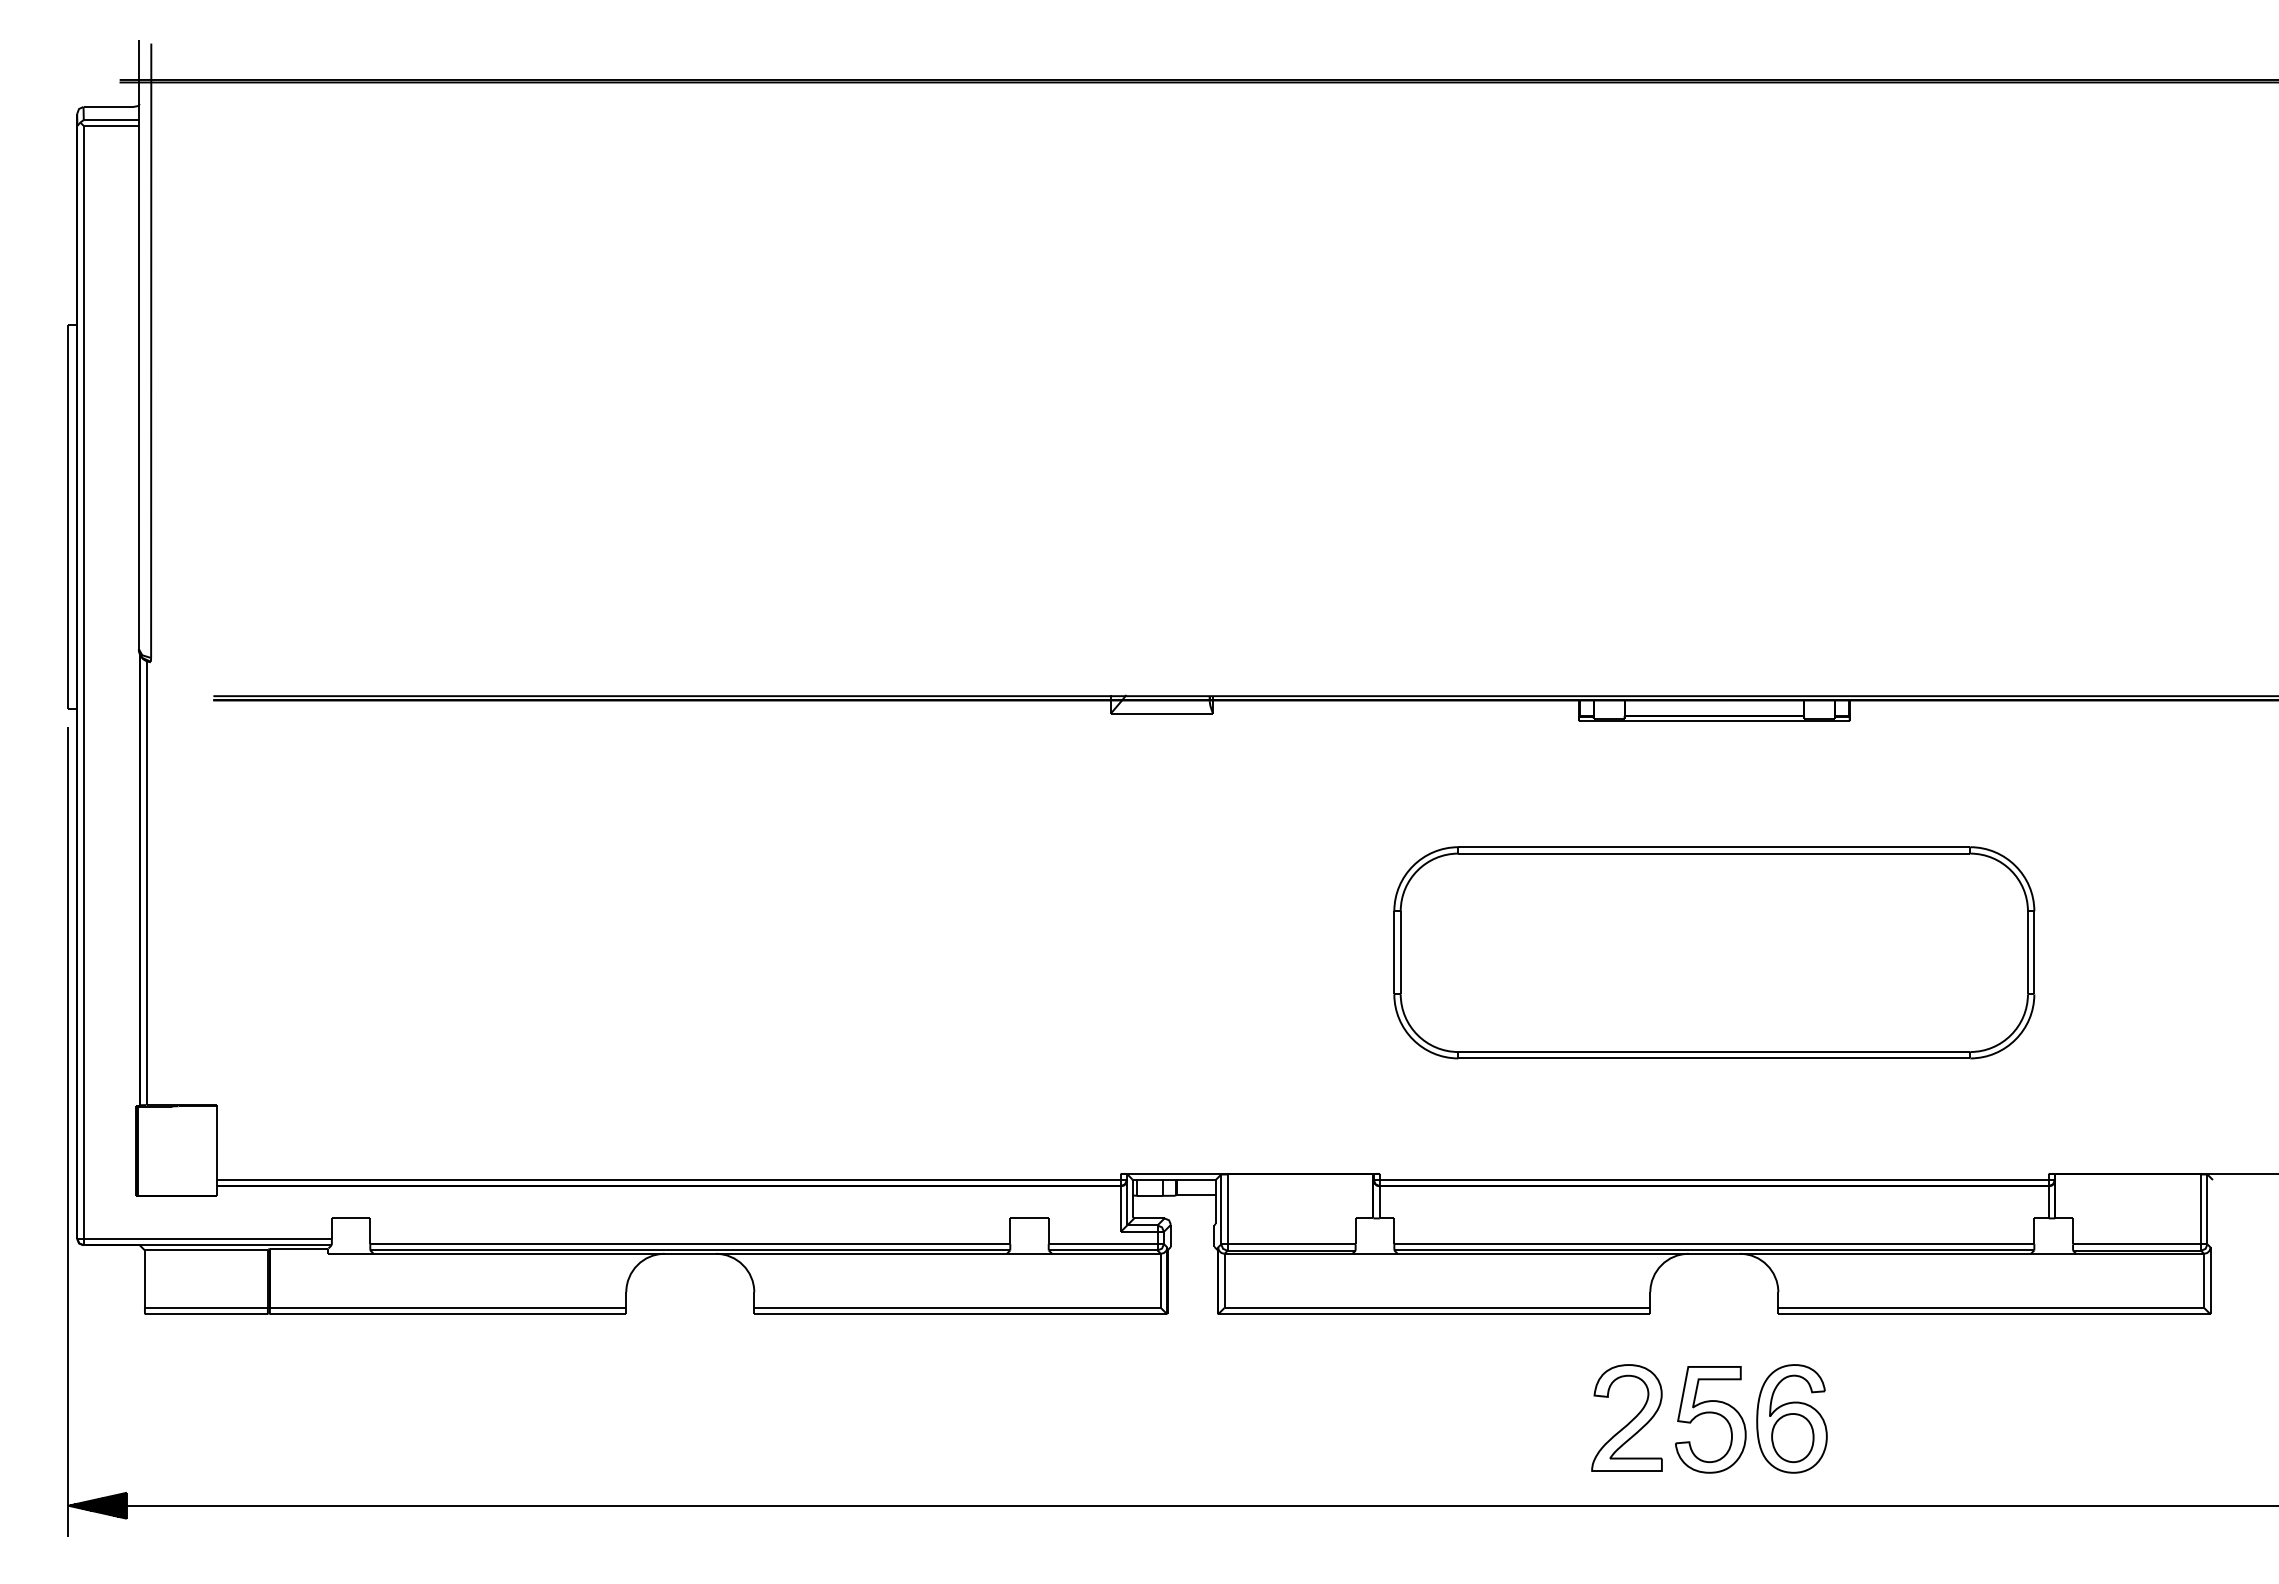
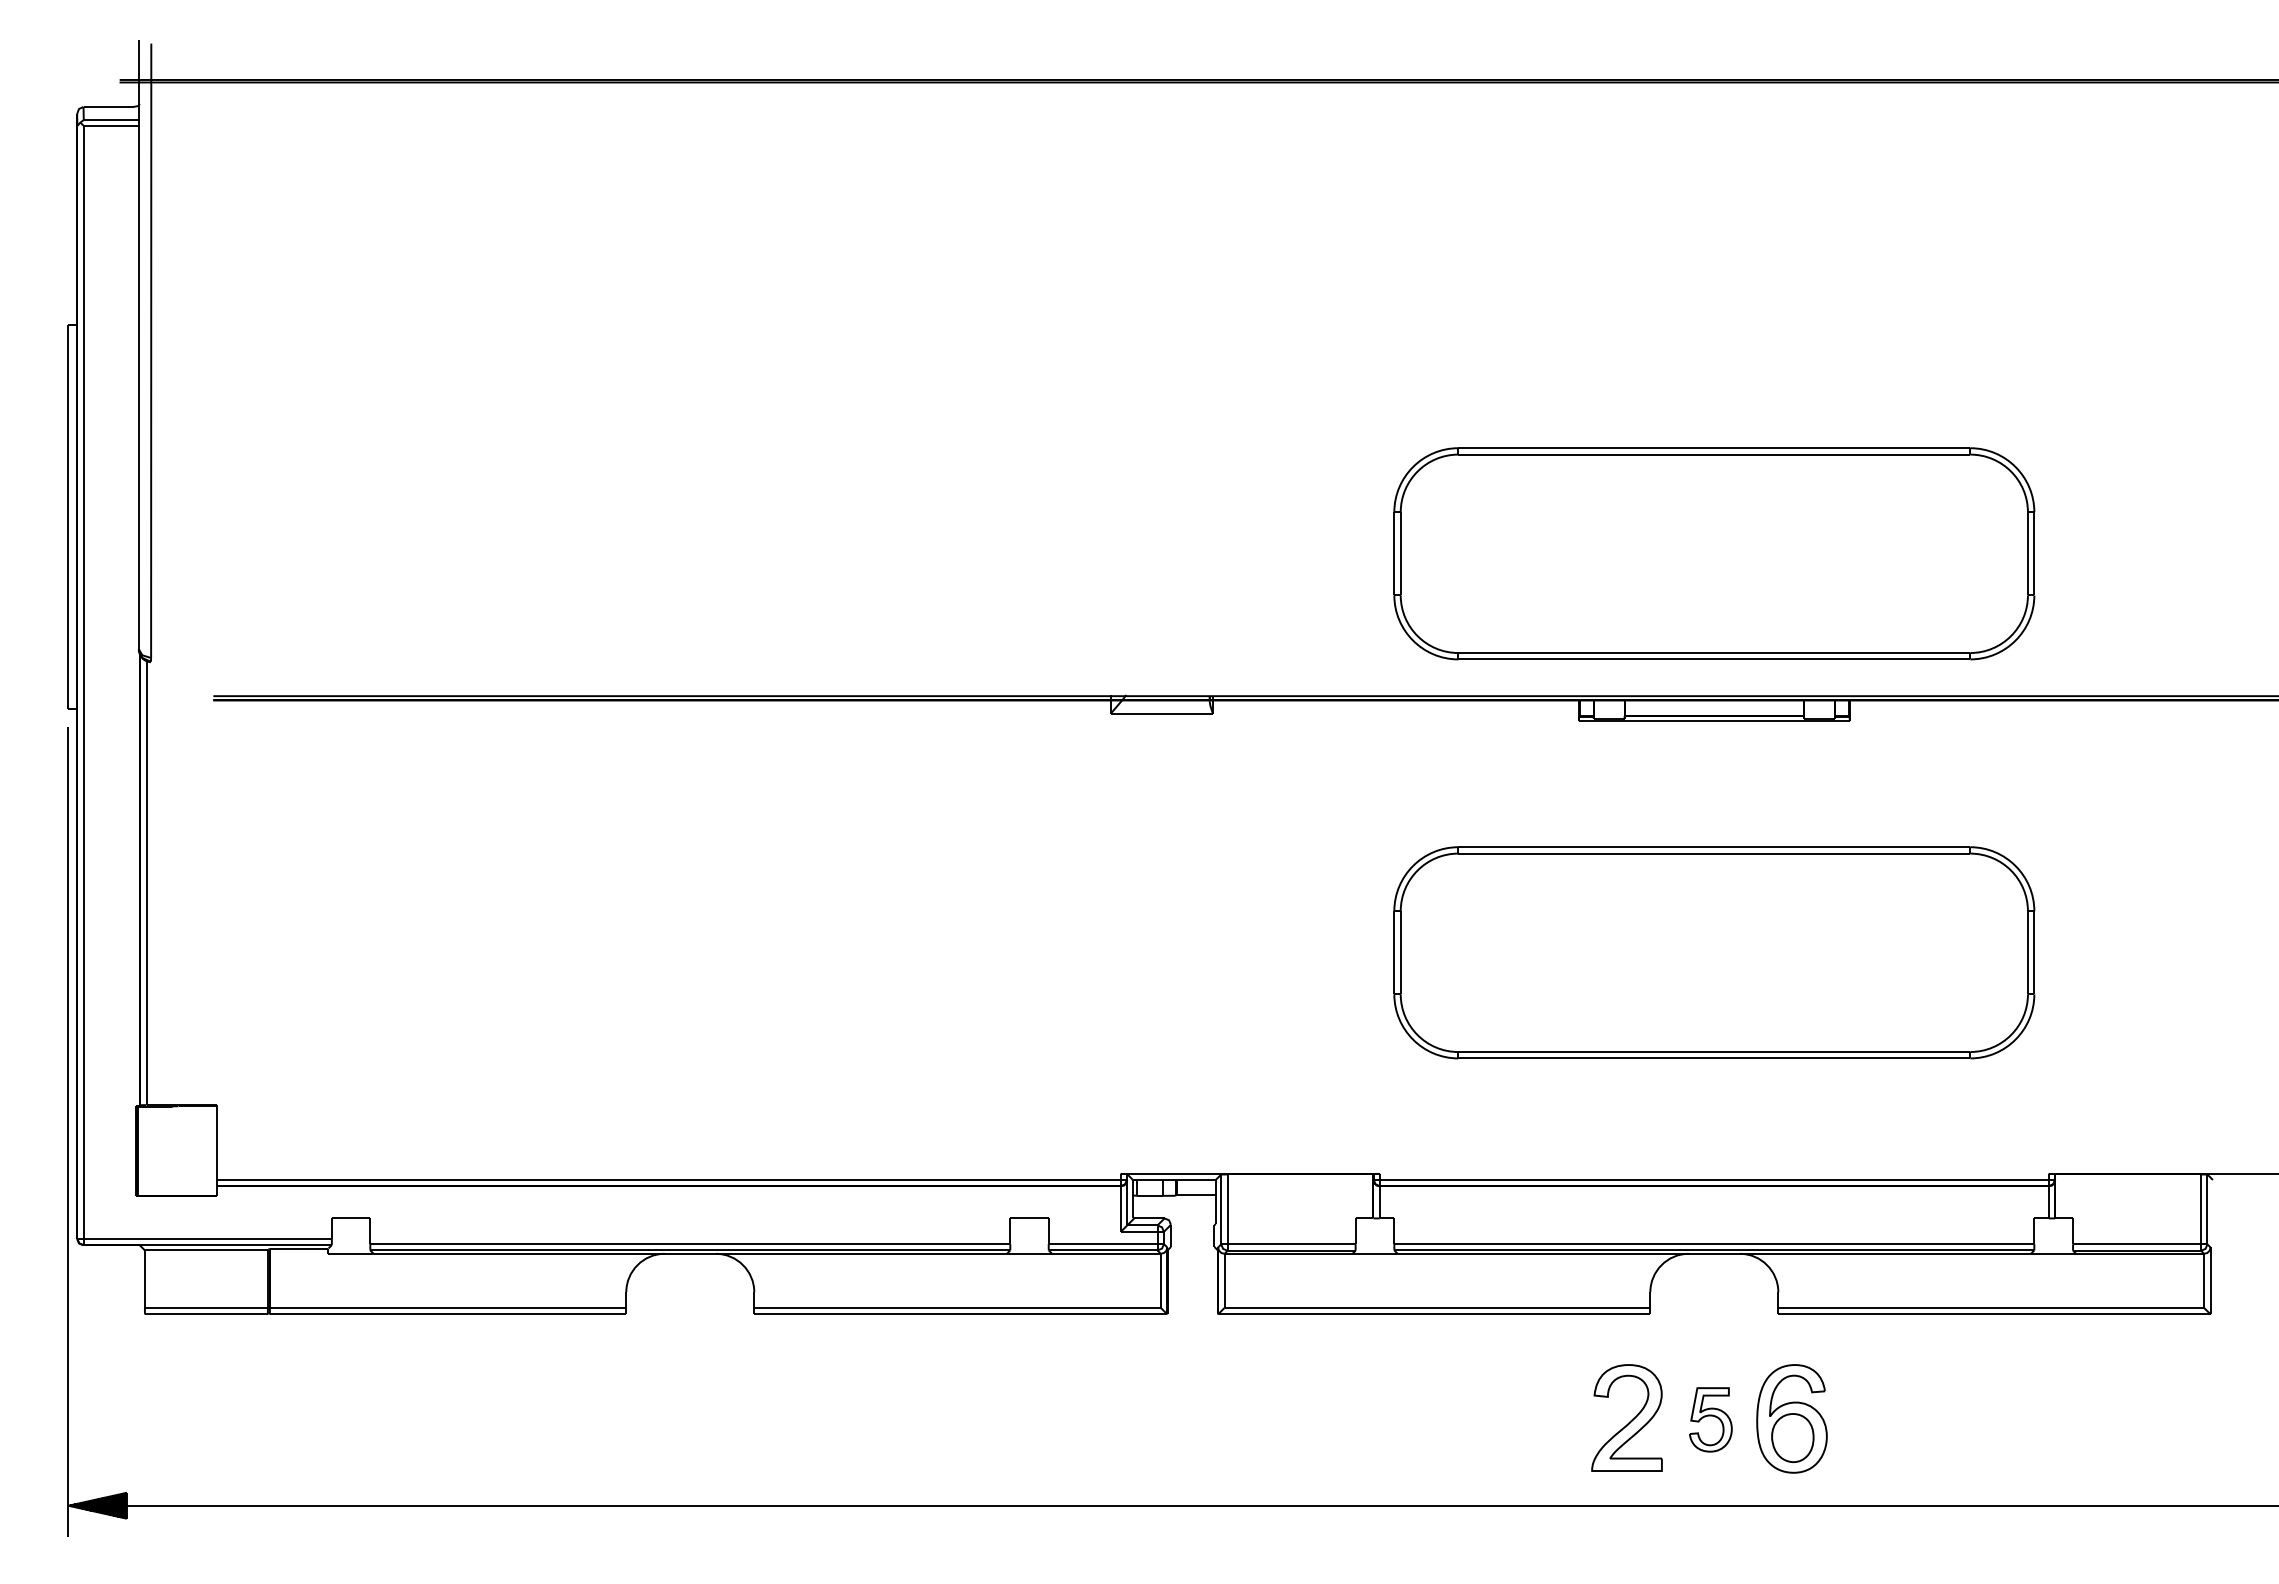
part at (1714, 553): none -> present
part at (1710, 1419) size: 72x108 px -> 44x66 px
